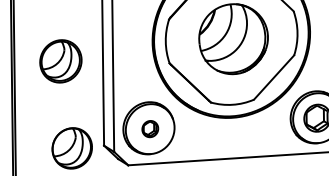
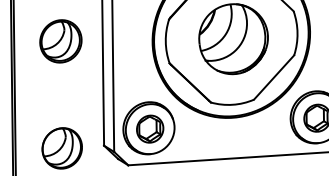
part at (60, 61) position: (60, 61) -> (60, 41)
part at (150, 129) size: 19x19 px -> 29x30 px
part at (71, 148) position: (71, 148) -> (61, 148)
